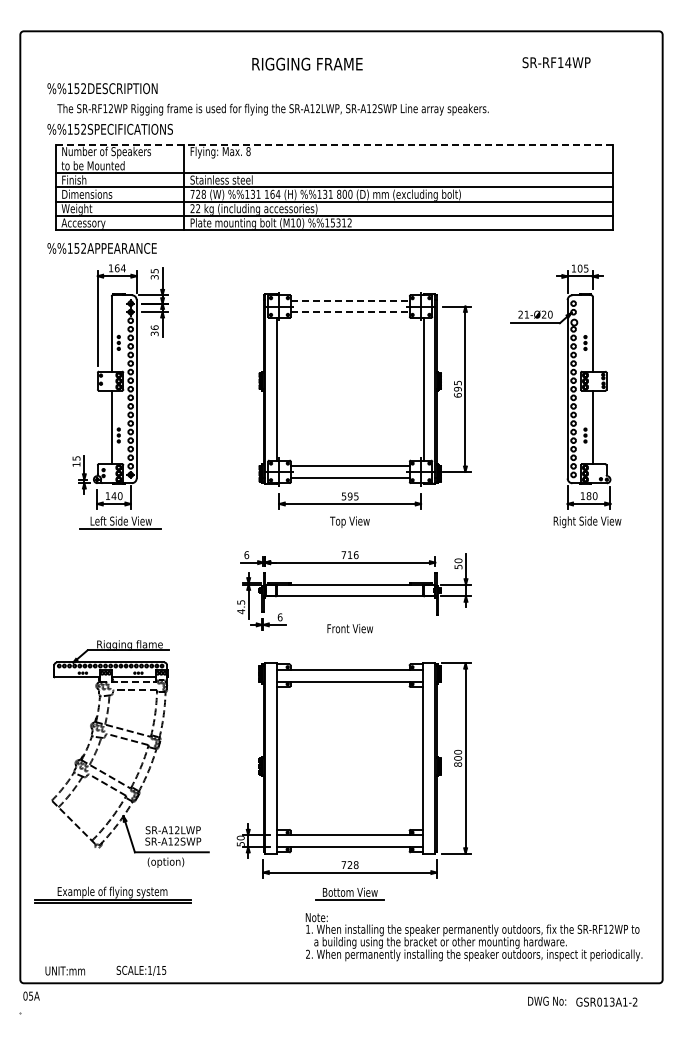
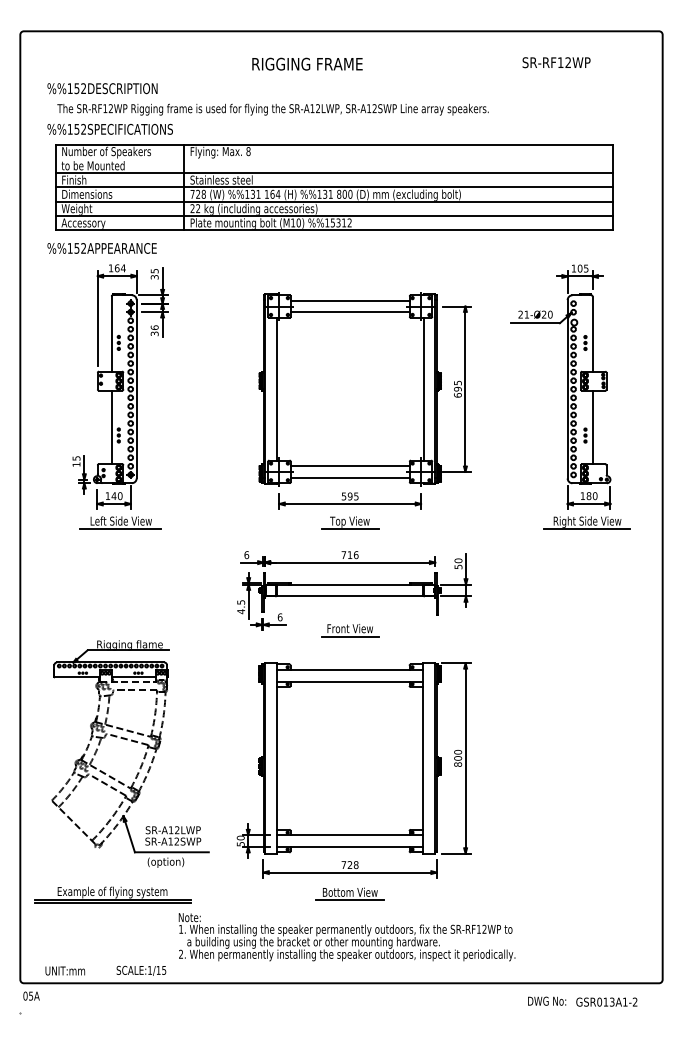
text at (568, 62): SR-RF14WP -> SR-RF12WP
line at (334, 144): dashed -> solid
line at (350, 300): dashed -> solid
line at (350, 312): dashed -> solid
line at (349, 529): none -> present
line at (587, 529): none -> present
line at (349, 636): none -> present
text at (473, 937) position: (473, 937) -> (346, 937)
